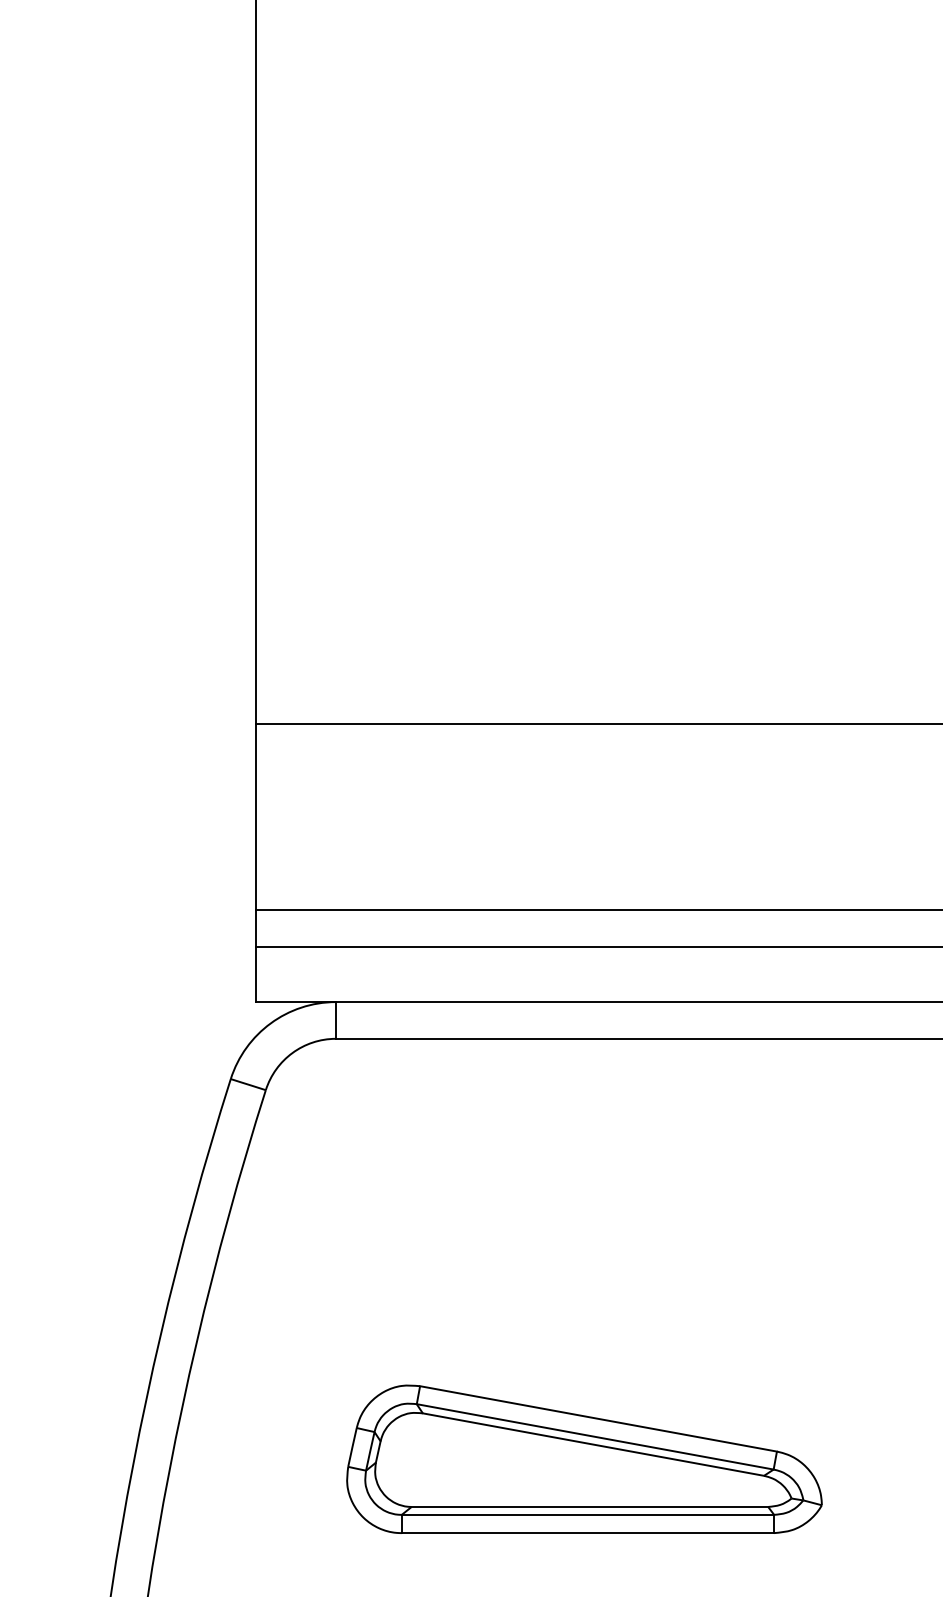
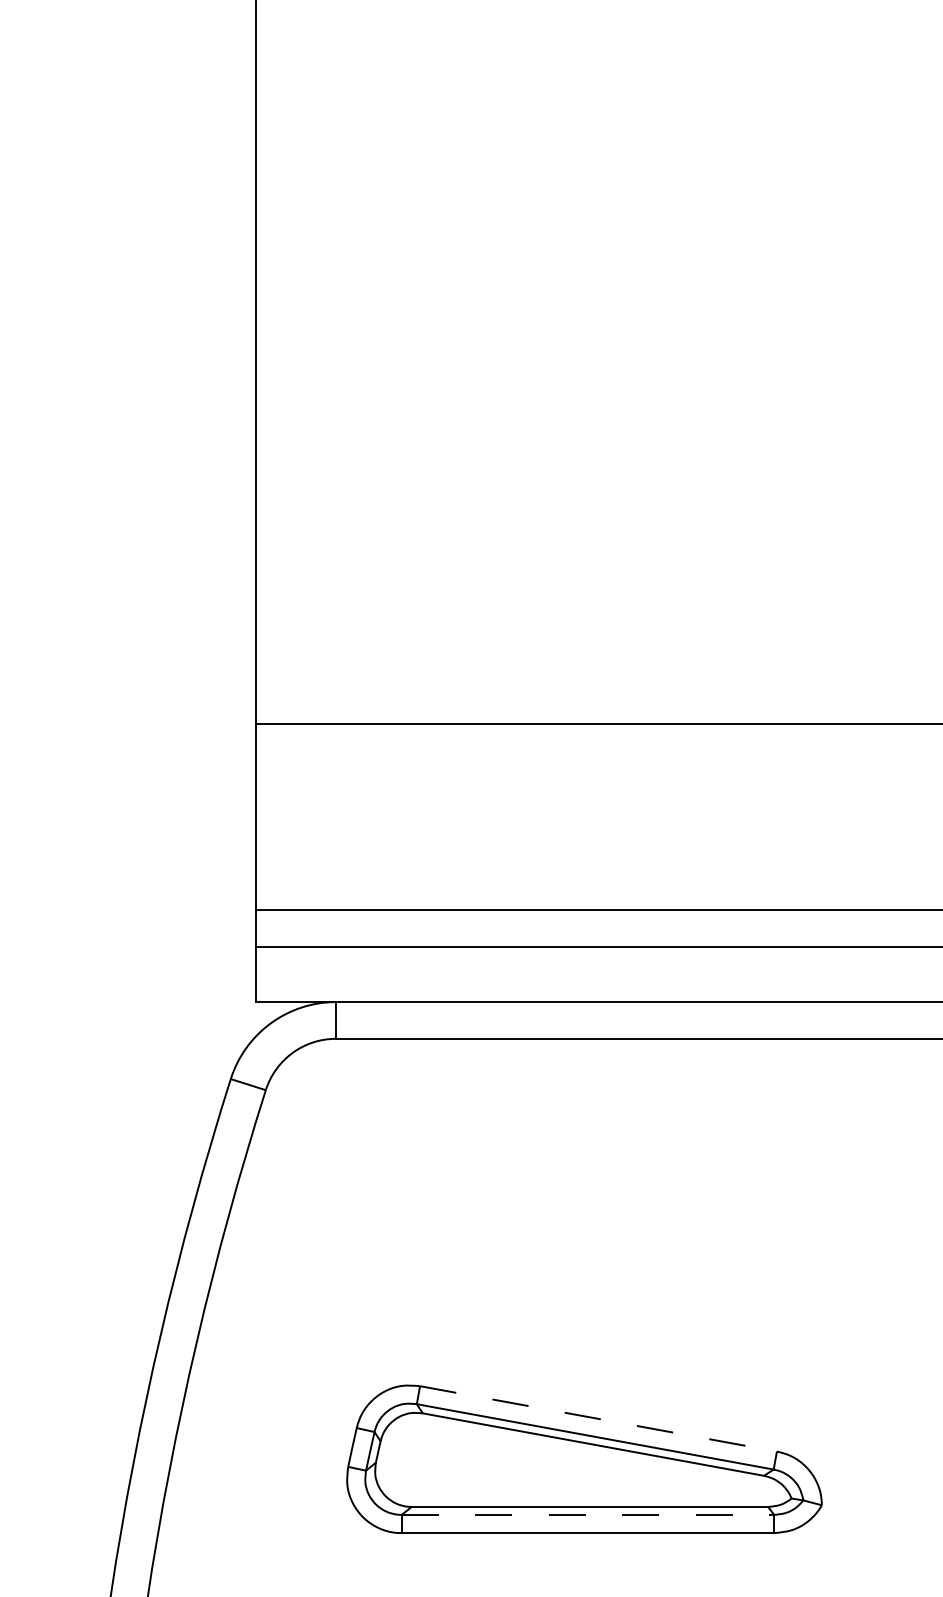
line at (599, 1418): solid -> dashed
line at (588, 1514): solid -> dashed
